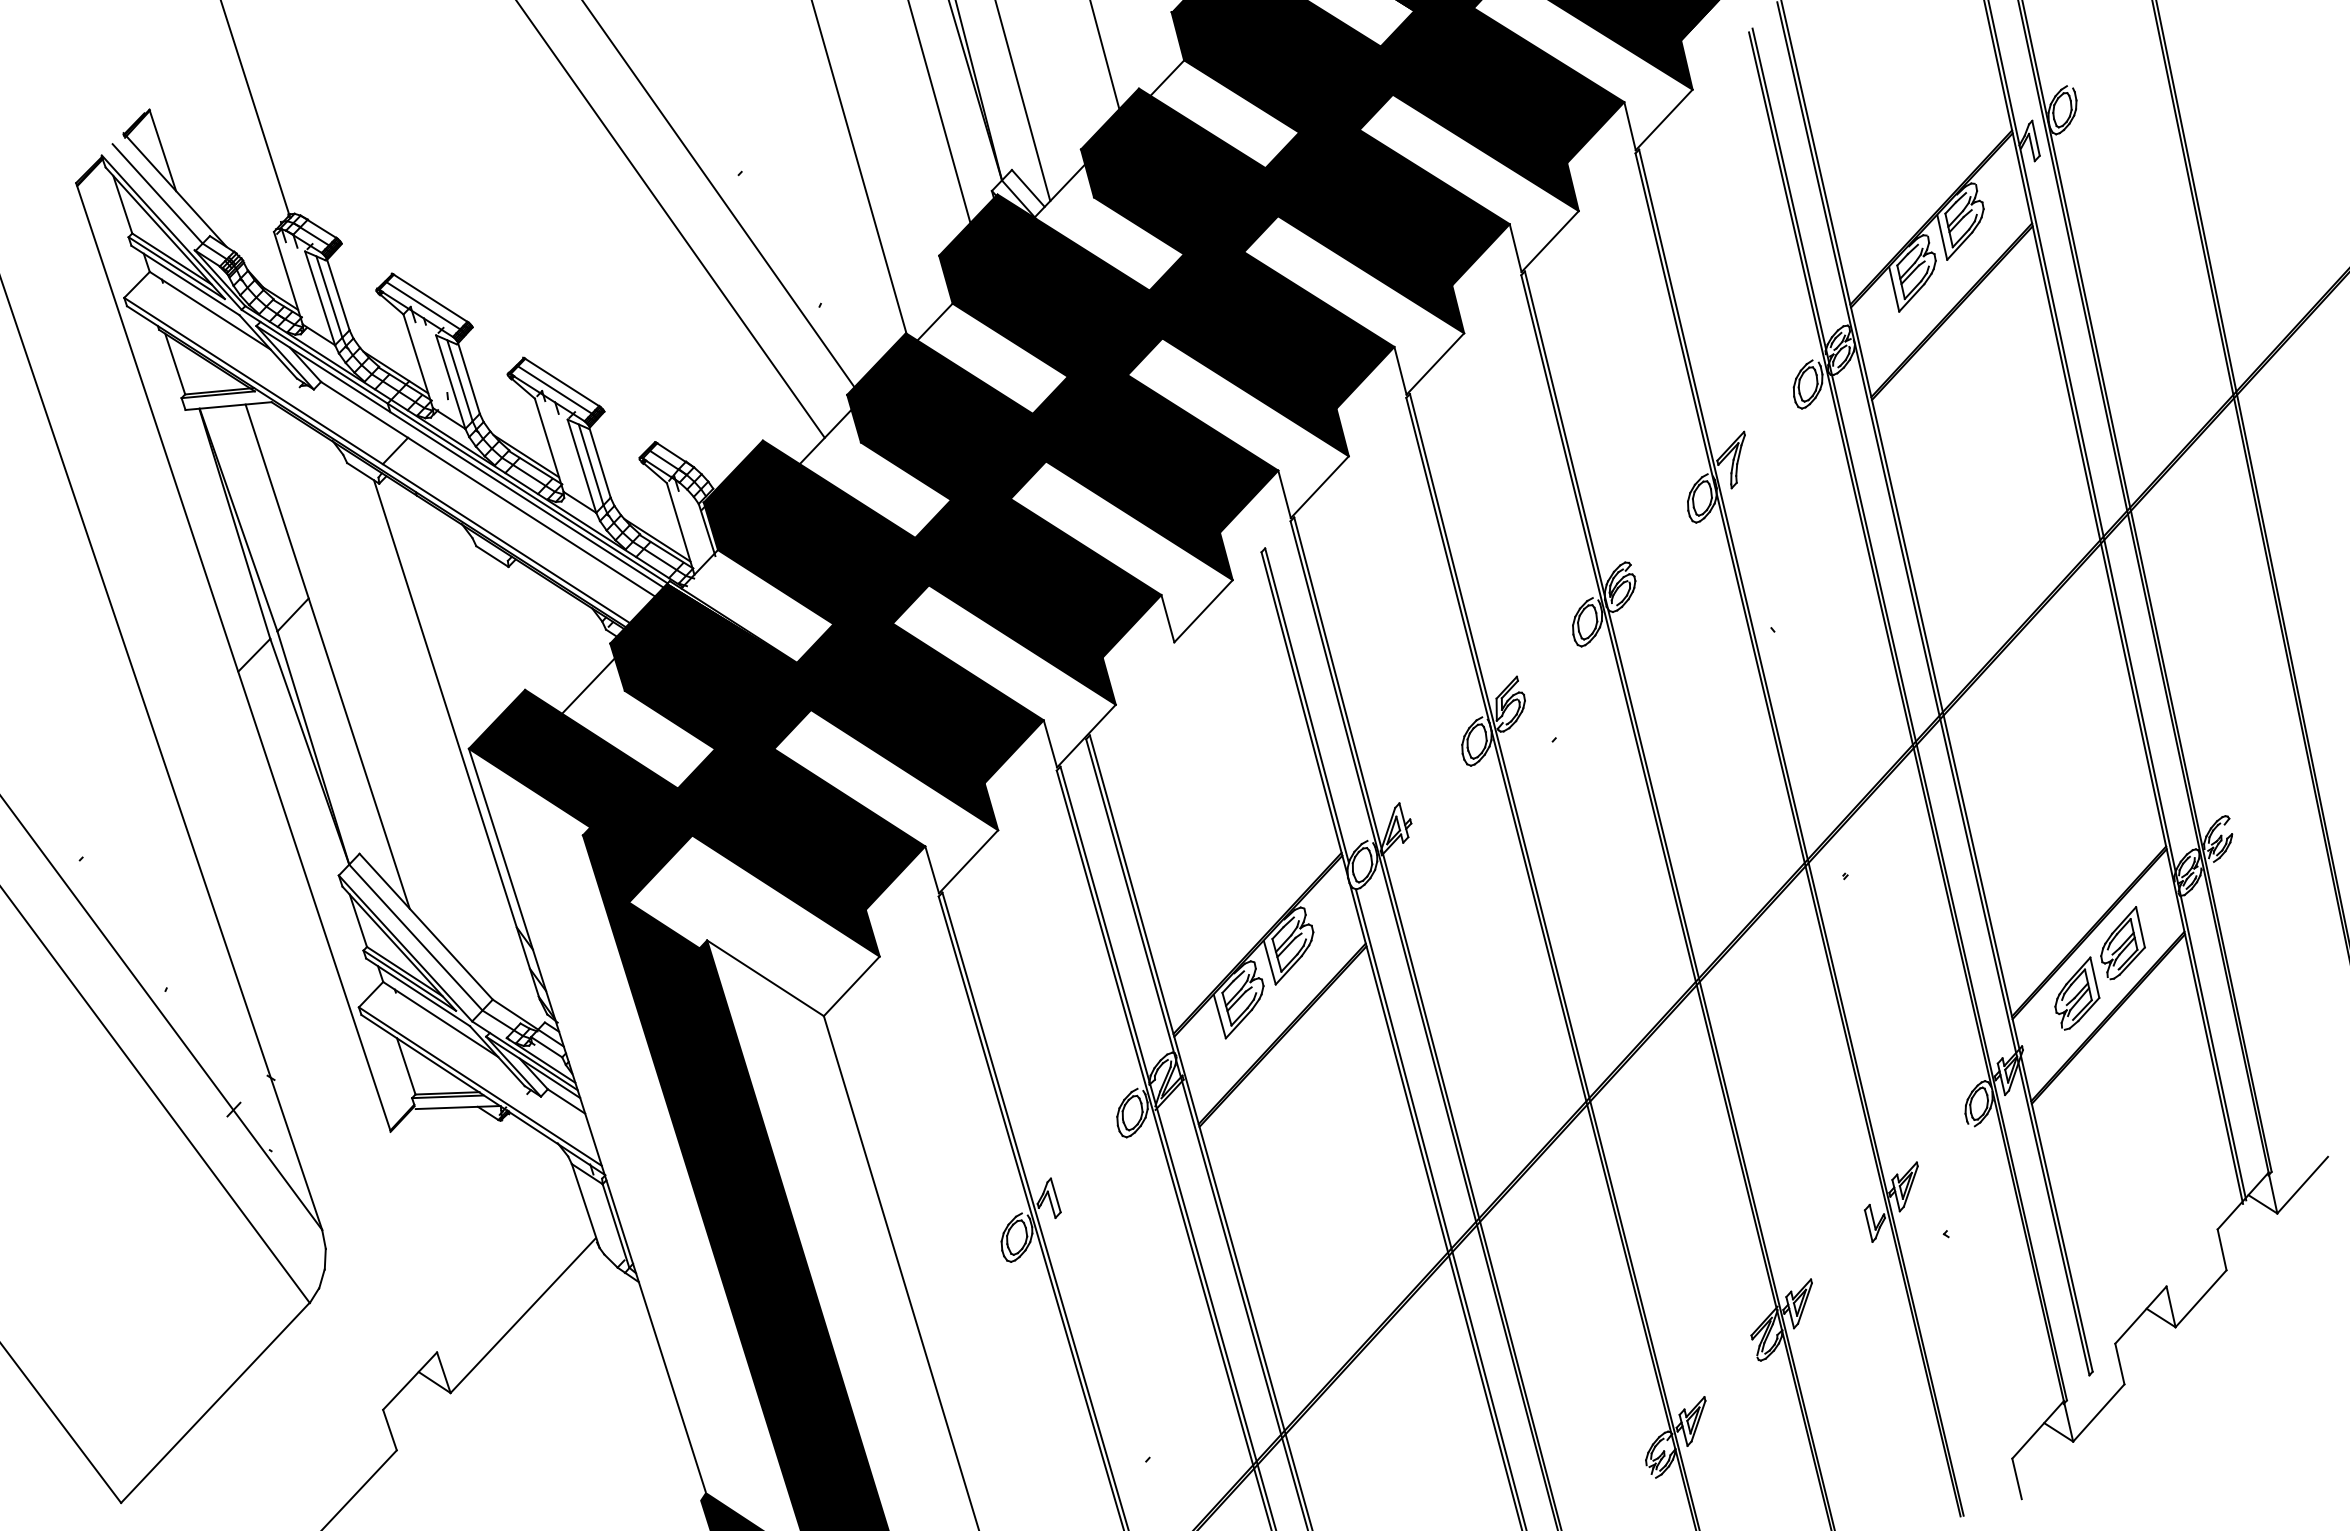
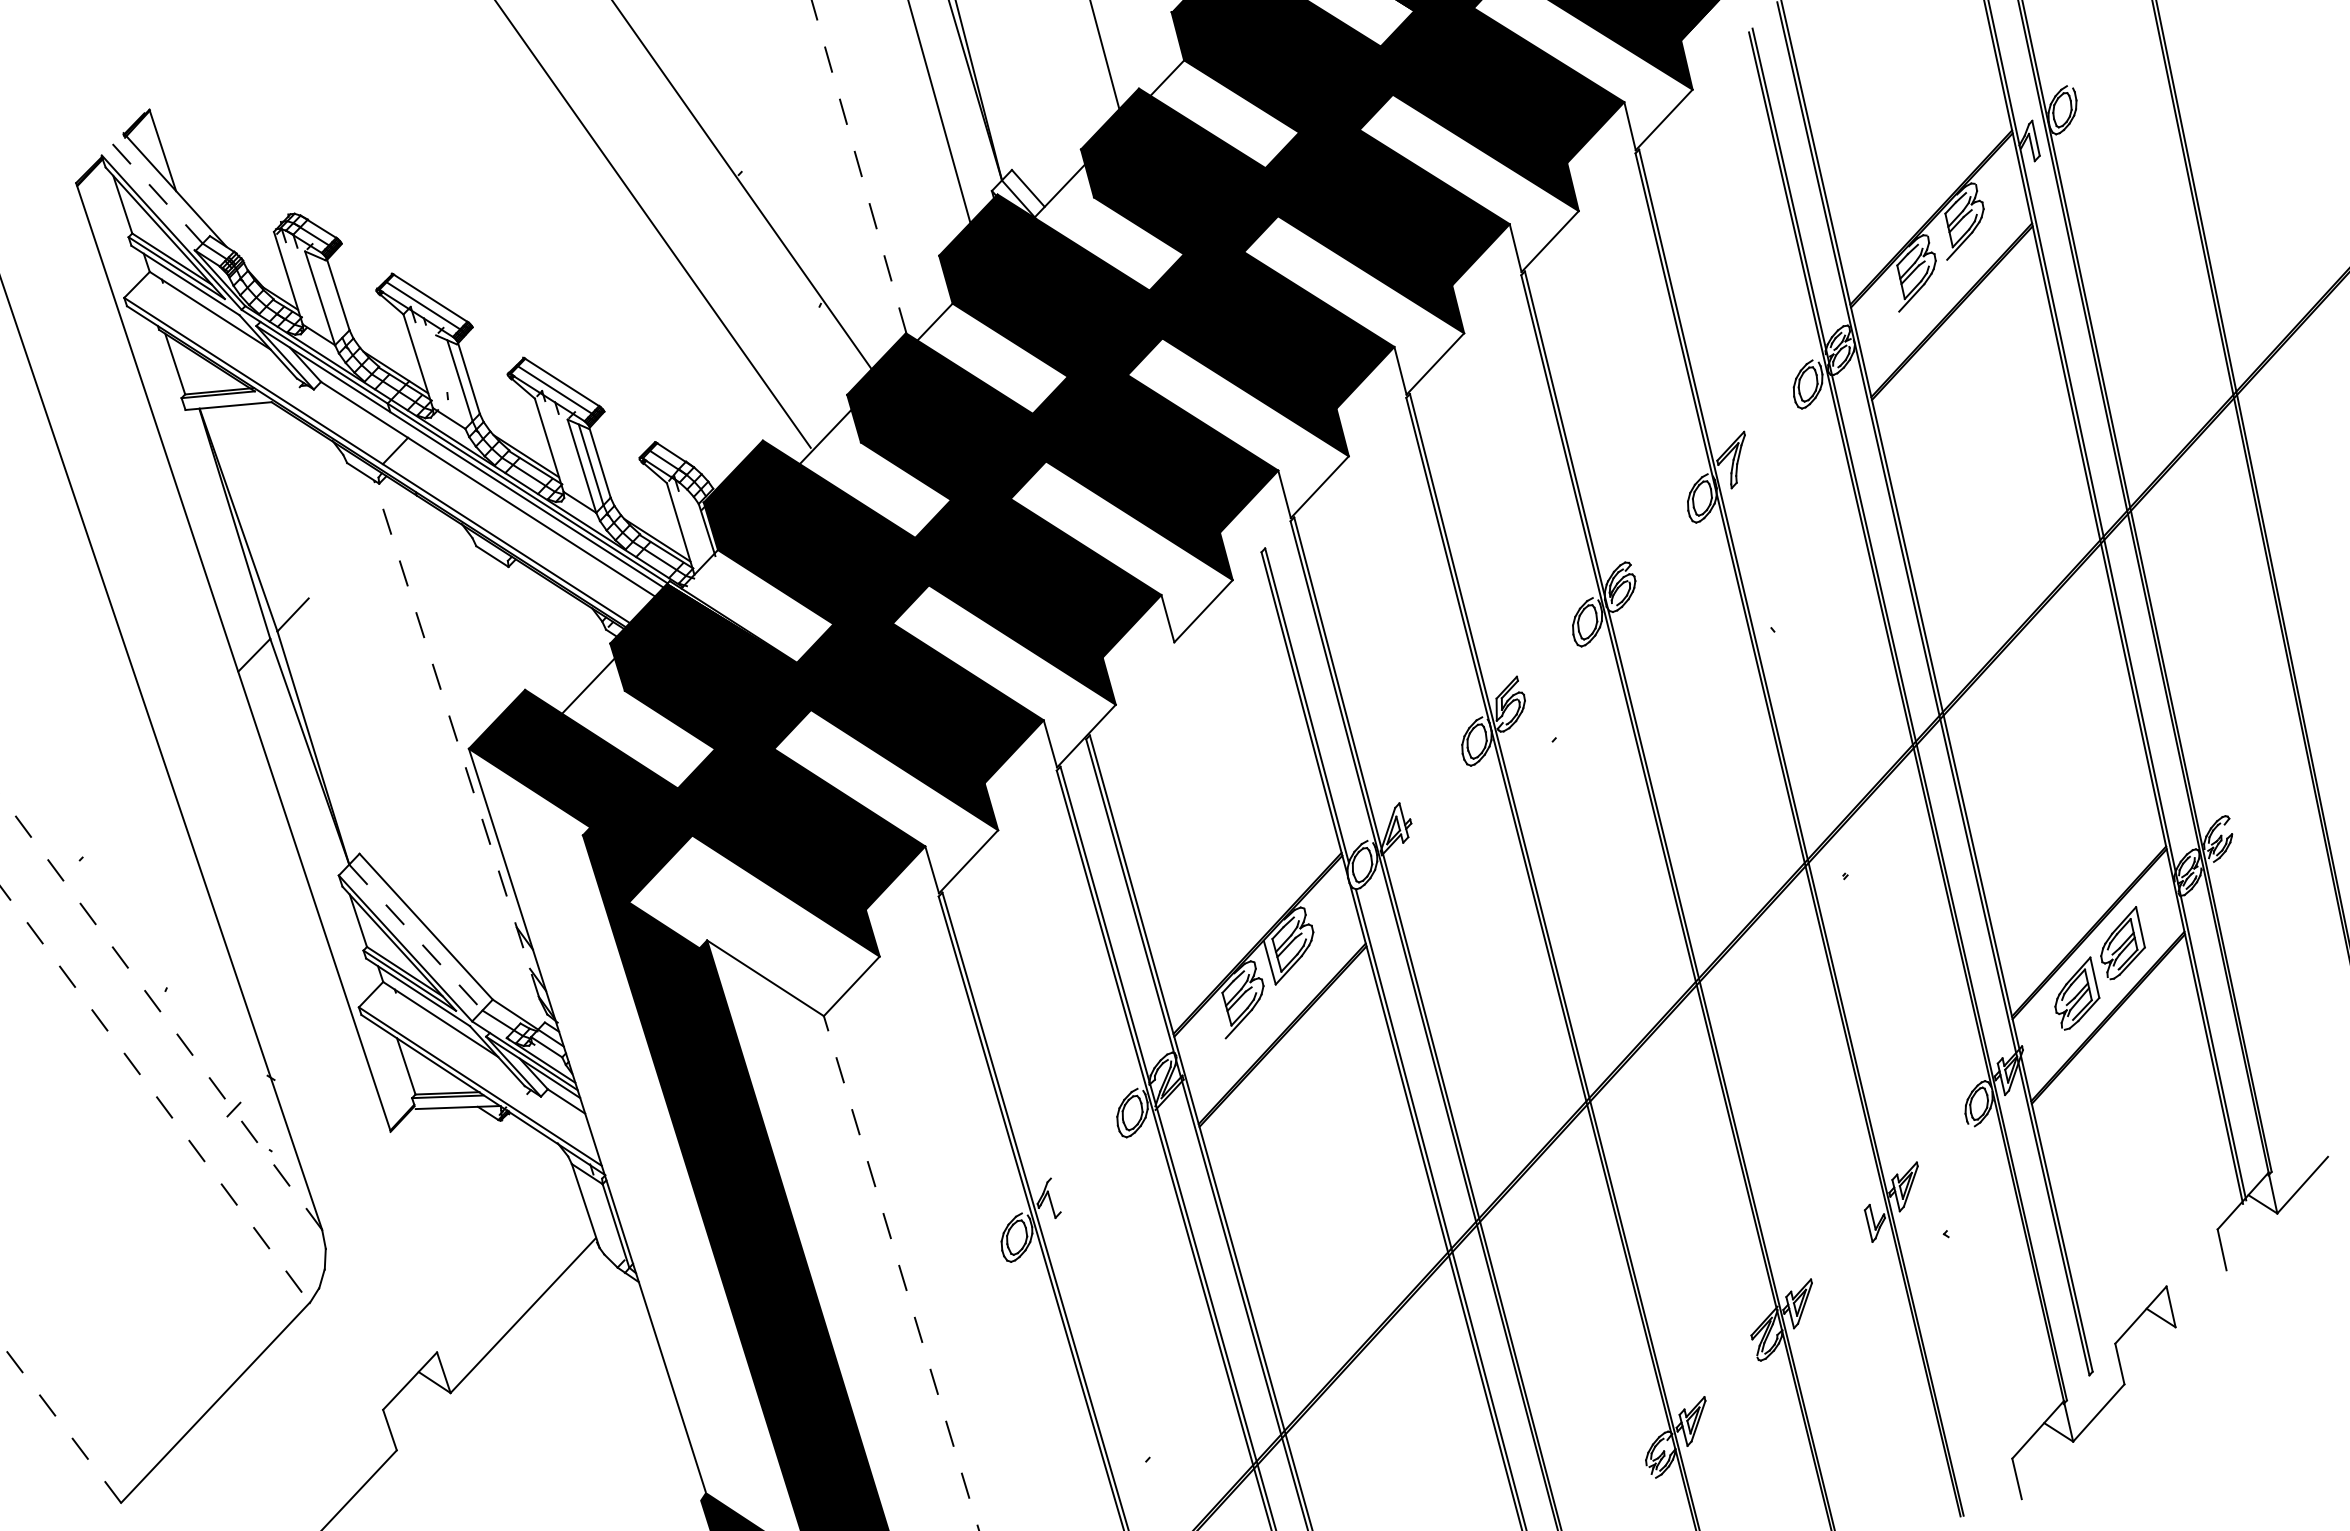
line at (1022, 101): present -> none
line at (255, 110): present -> none
line at (858, 166): solid -> dashed
line at (158, 194): solid -> dashed
line at (718, 194) position: (718, 194) -> (743, 187)
line at (670, 219) position: (670, 219) -> (653, 224)
line at (1942, 237): present -> none
line at (1894, 289): present -> none
line at (329, 296): present -> none
line at (450, 381): present -> none
line at (327, 656): present -> none
line at (456, 740): solid -> dashed
line at (415, 937): solid -> dashed
line at (161, 1012): solid -> dashed
line at (1219, 1016): present -> none
line at (155, 1095): solid -> dashed
line at (1055, 1195): present -> none
line at (901, 1273): solid -> dashed
line at (2200, 1298): present -> none
line at (60, 1422): solid -> dashed
